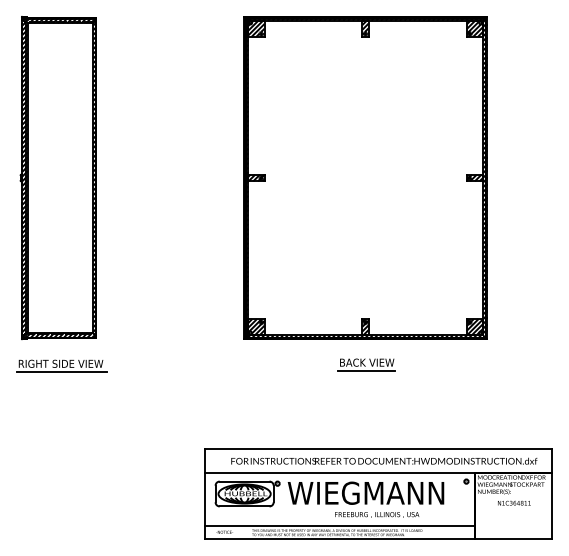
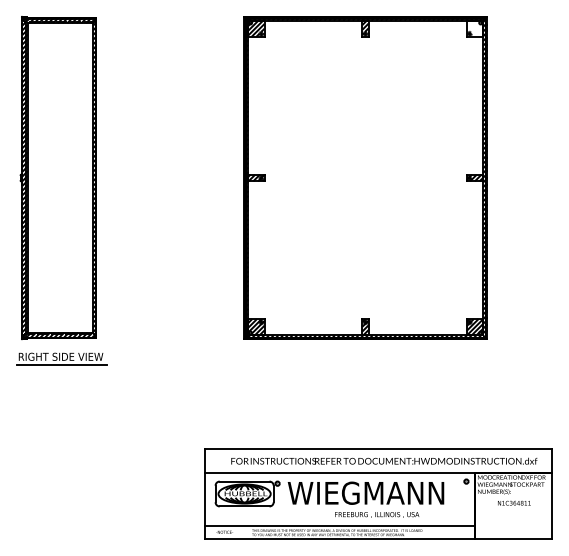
hatch at (474, 28): present -> none
part at (366, 364): present -> none
part at (61, 365) position: (61, 365) -> (61, 358)
